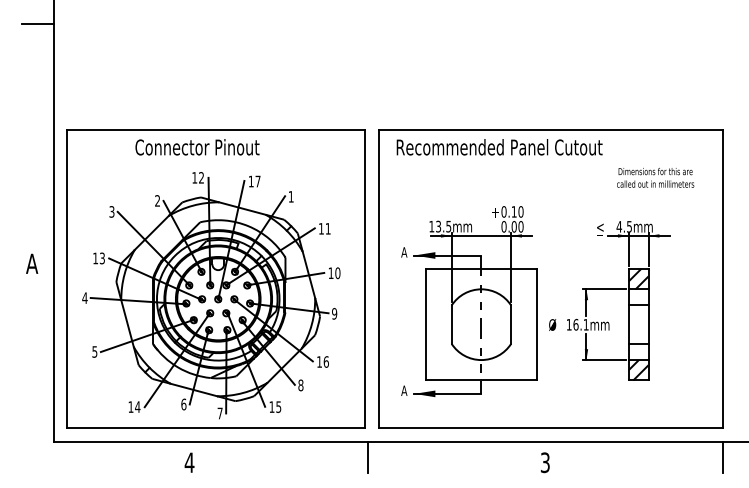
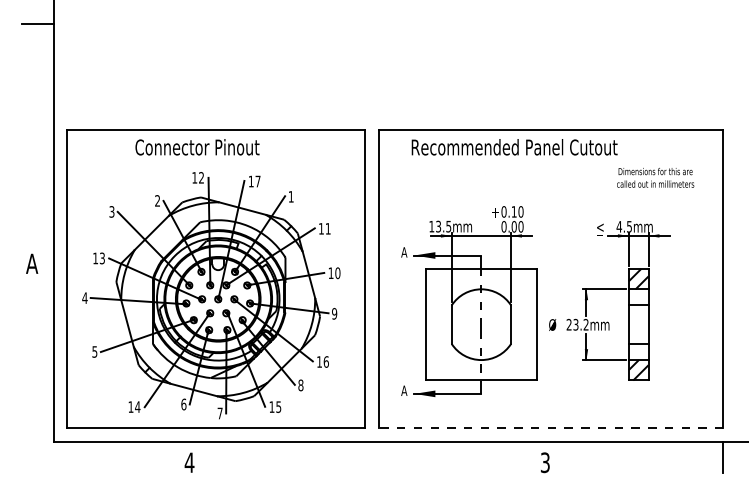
text at (499, 147) position: (499, 147) -> (514, 147)
text at (577, 324): 16.1mm -> 23.2mm
line at (550, 428): solid -> dashed
line at (367, 457): present -> none
